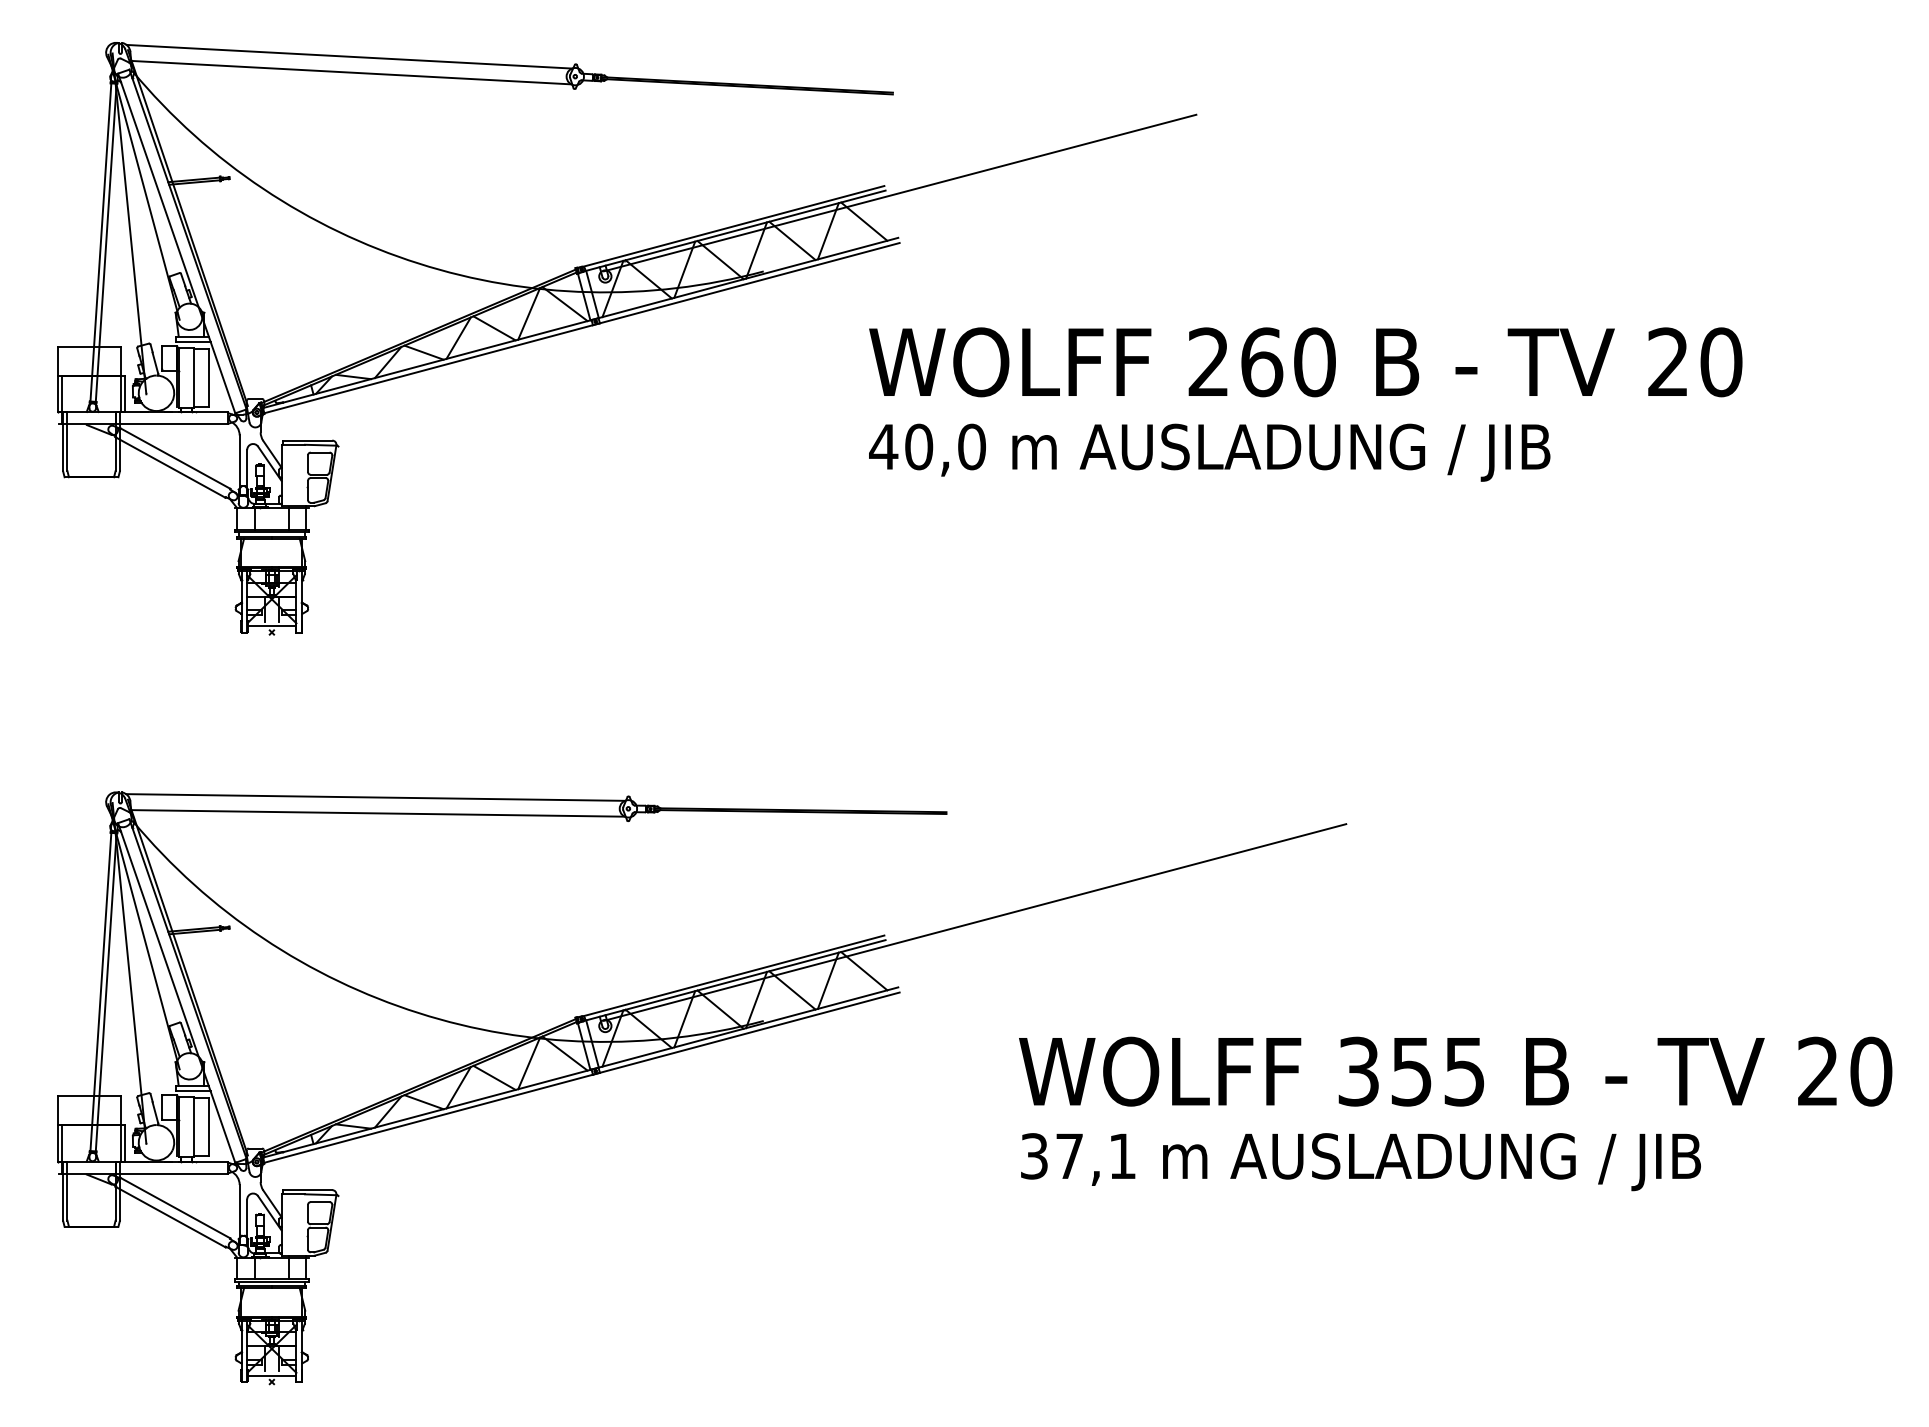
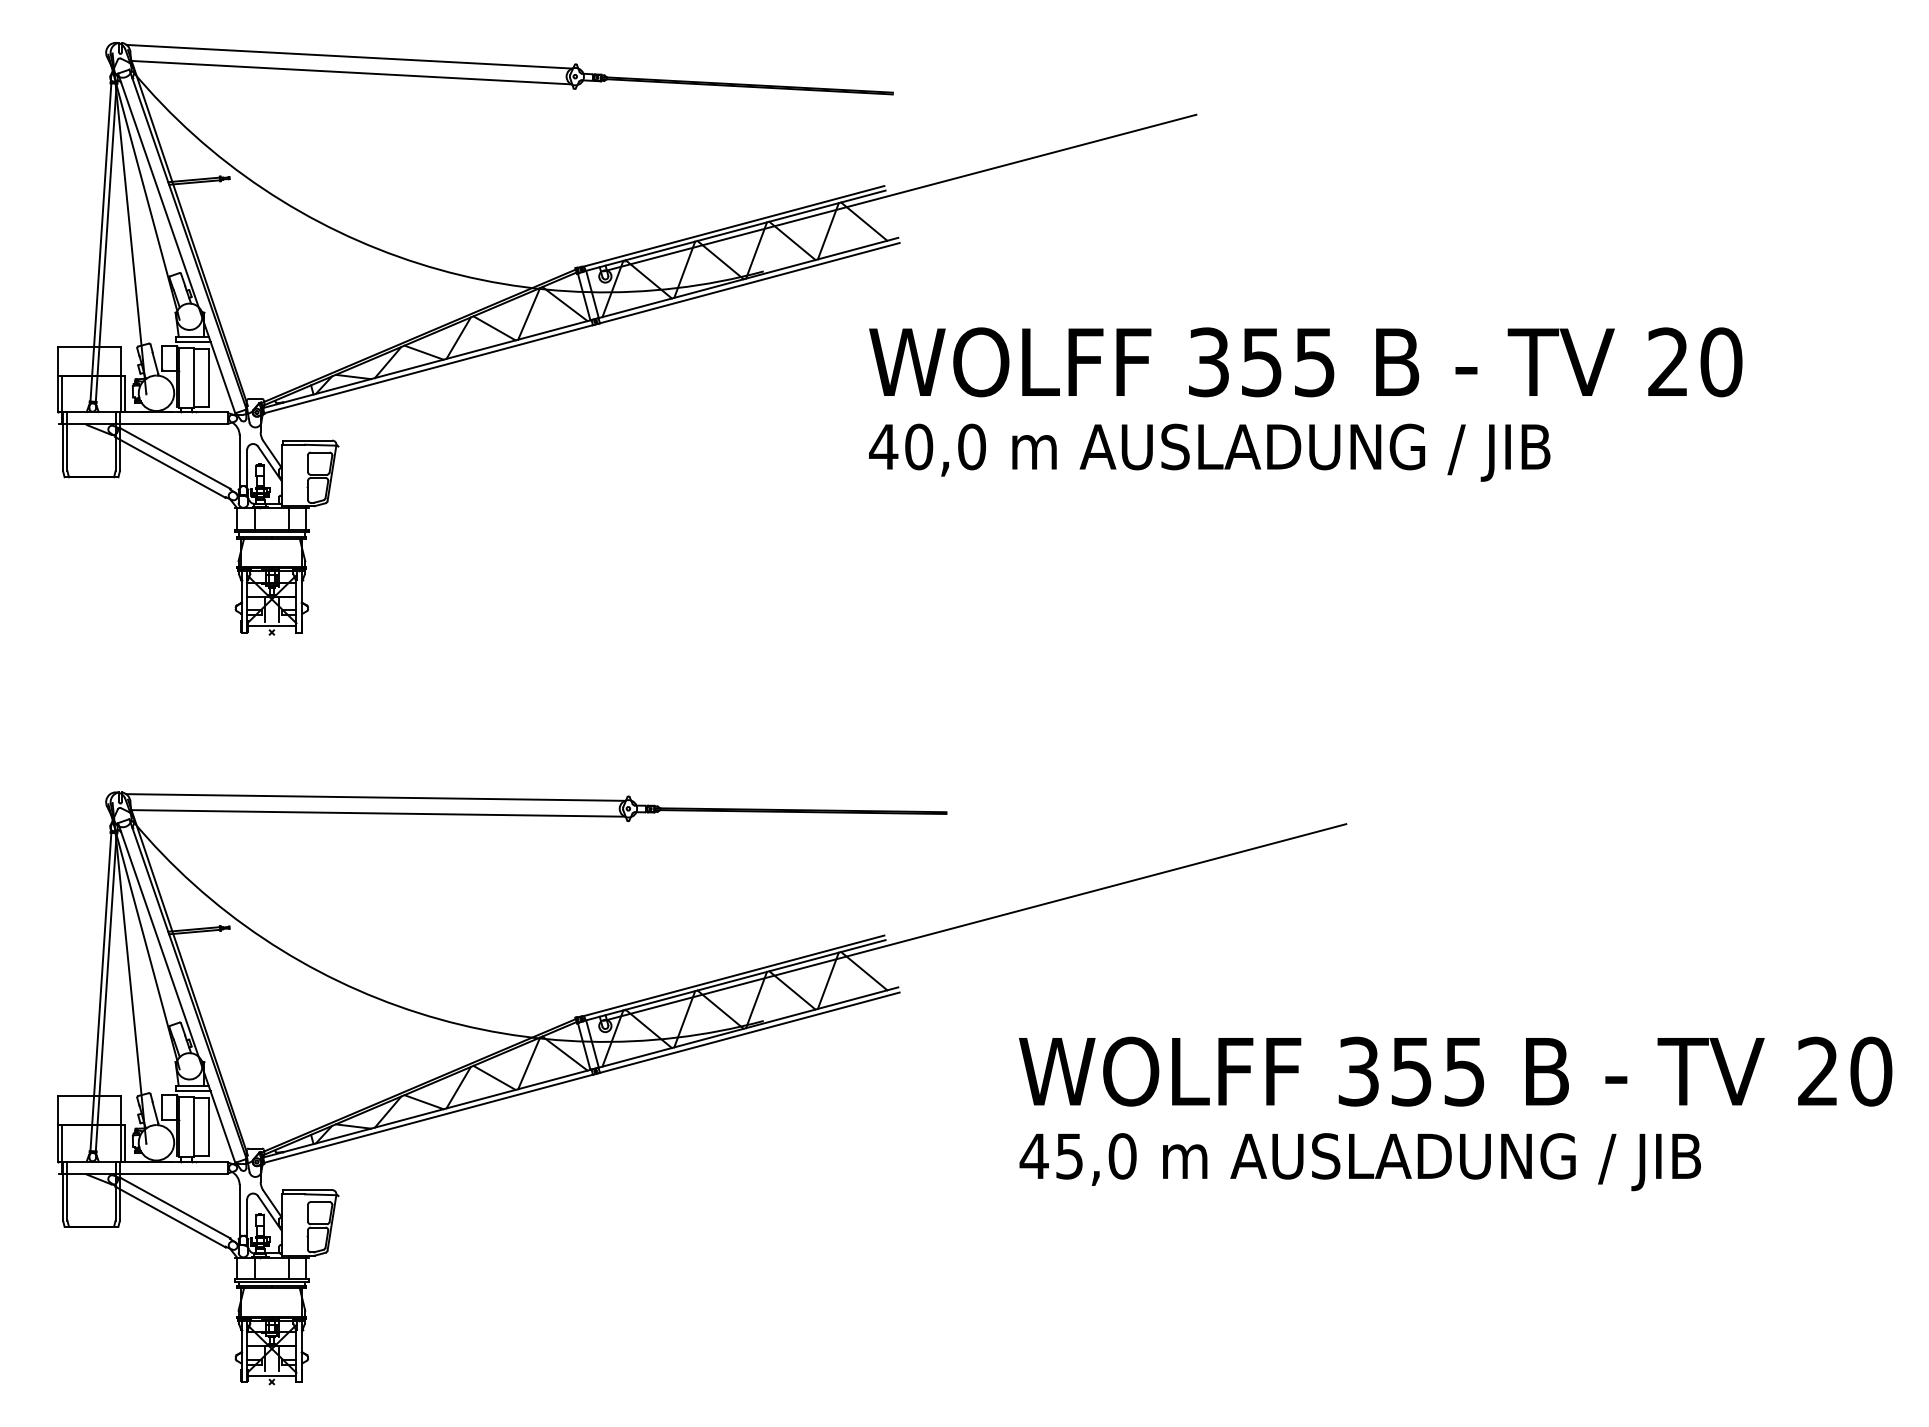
text at (1261, 362): 260 -> 355
text at (1077, 1156): 37,1 -> 45,0
